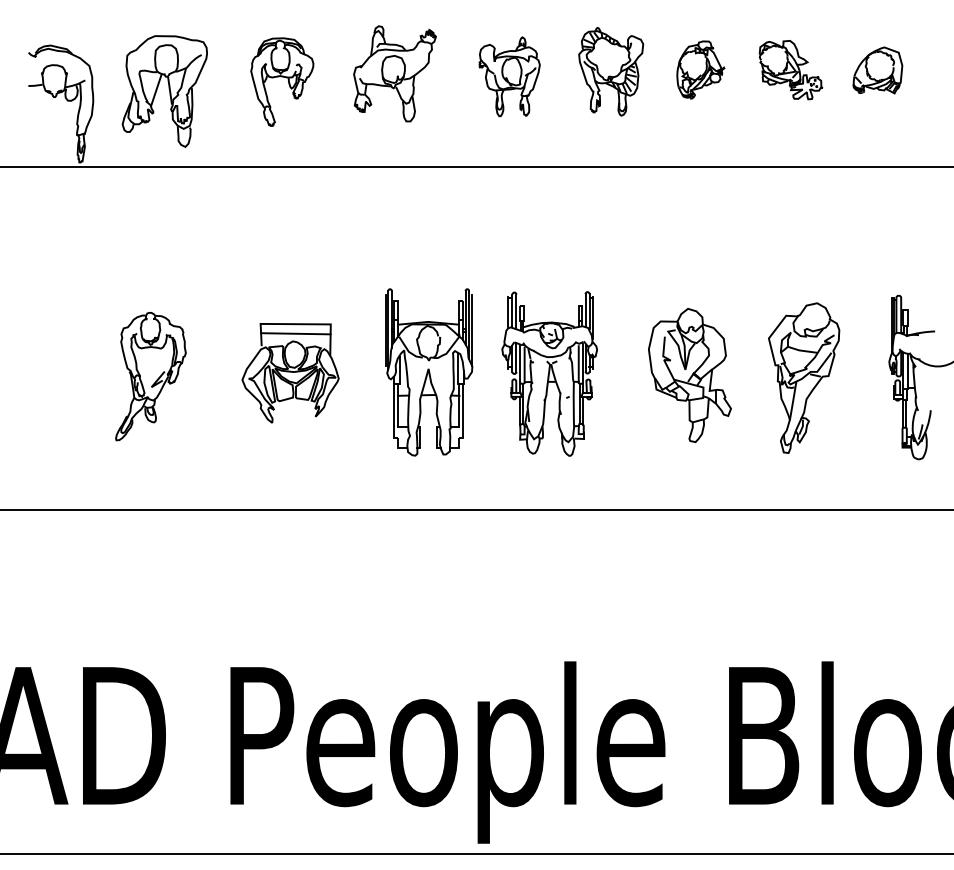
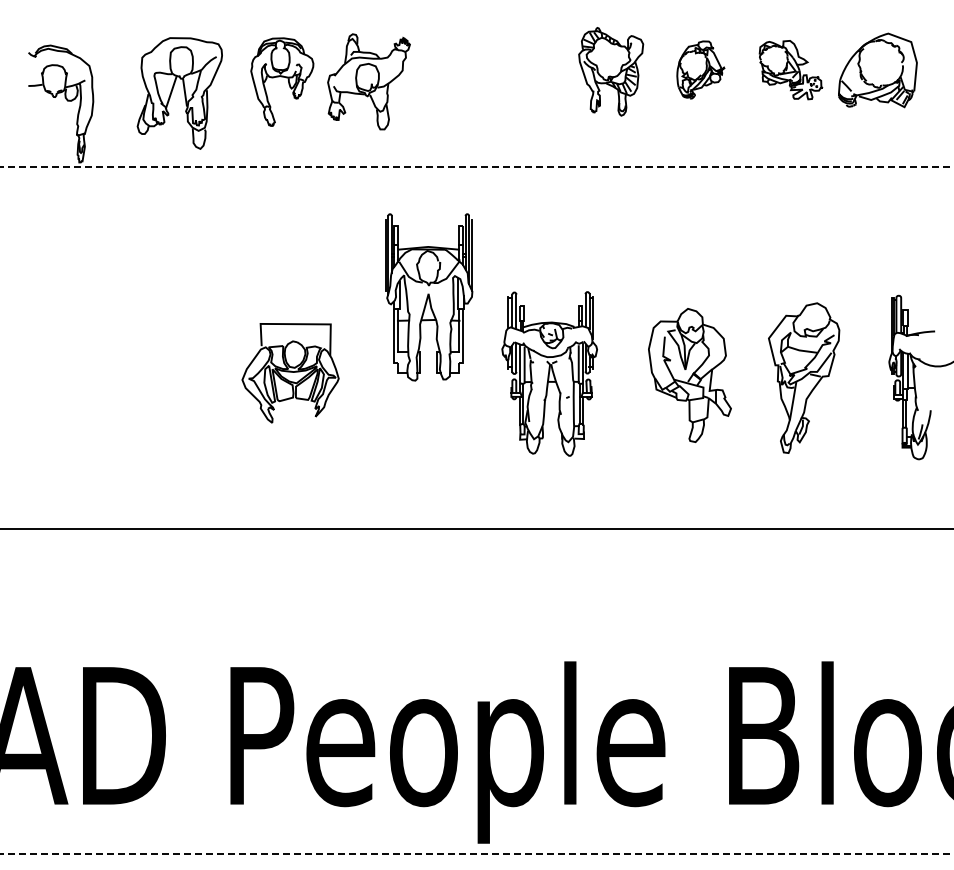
part at (877, 70) size: 52x49 px -> 80x77 px
part at (394, 73) position: (394, 73) -> (368, 81)
part at (509, 76): present -> none
part at (164, 91) position: (164, 91) -> (179, 93)
line at (477, 166): solid -> dashed
line at (295, 333): present -> none
part at (429, 372) position: (429, 372) -> (429, 297)
part at (150, 376): present -> none
line at (476, 510) position: (476, 510) -> (476, 529)
line at (476, 853): solid -> dashed
